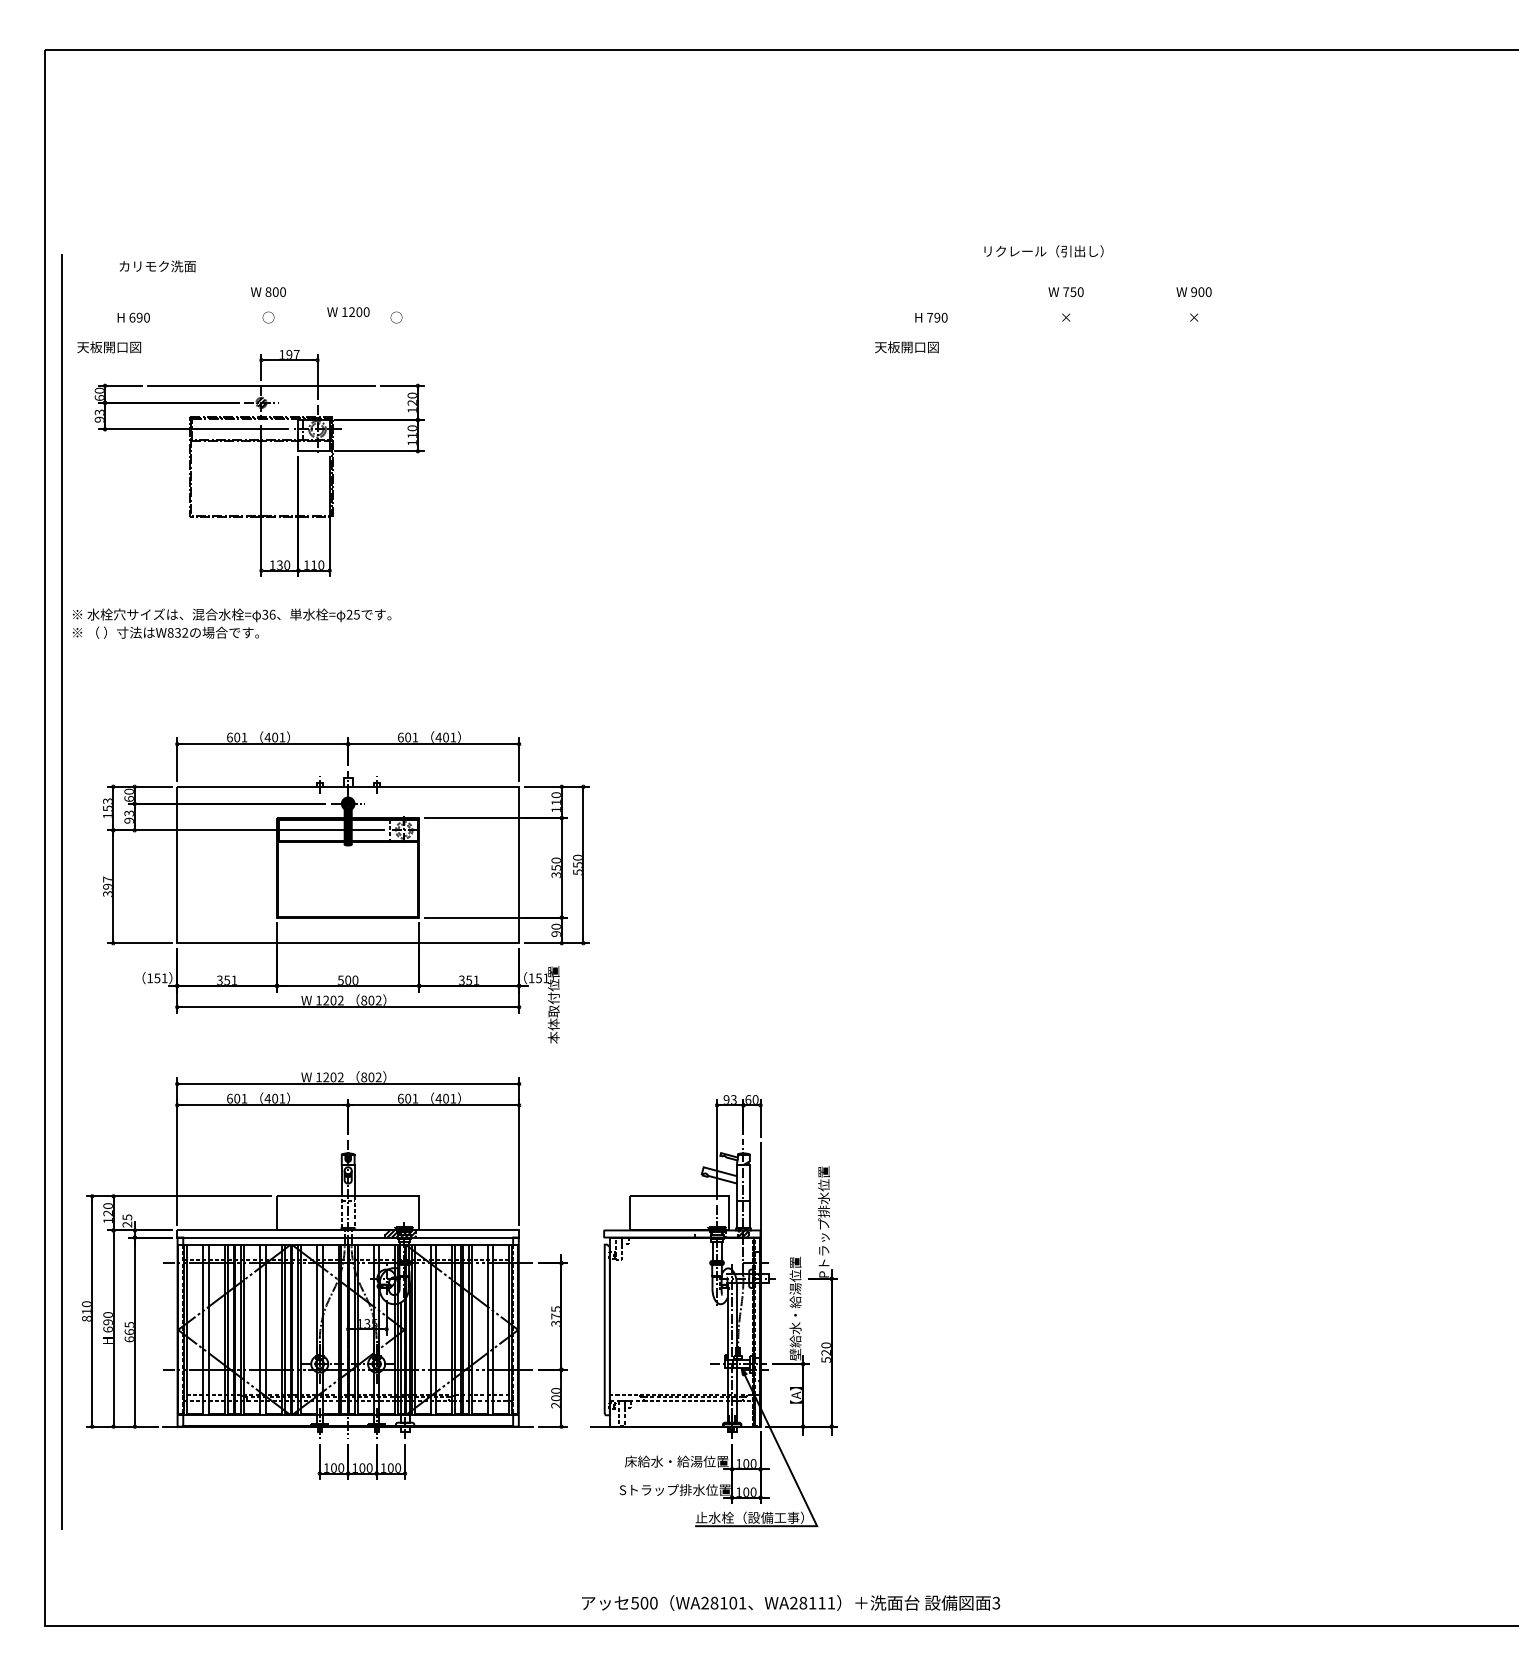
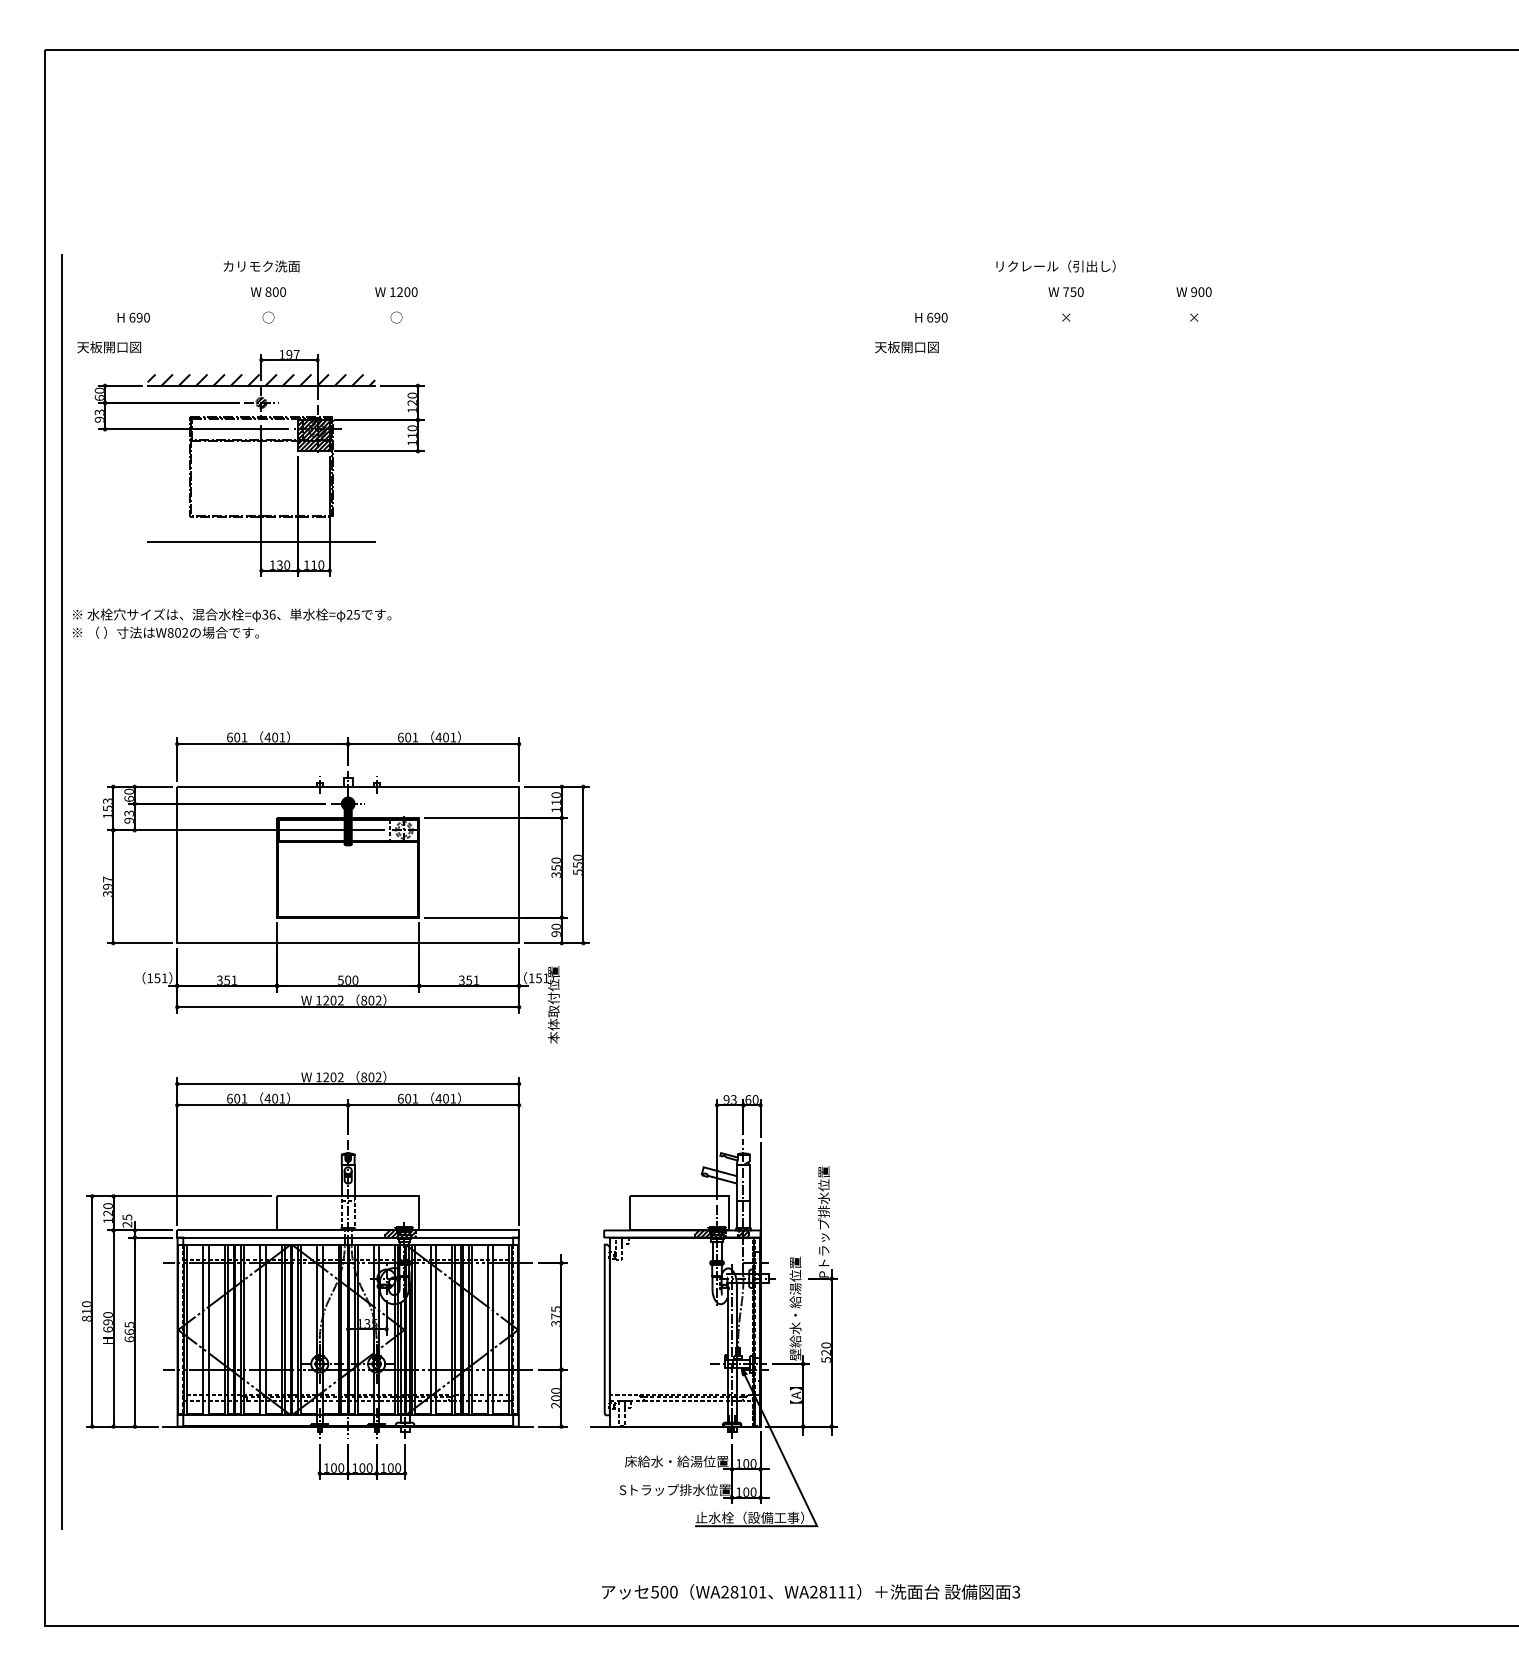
text at (1043, 251) position: (1043, 251) -> (1055, 266)
text at (157, 266) position: (157, 266) -> (261, 266)
text at (348, 312) position: (348, 312) -> (396, 292)
text at (930, 317): 790 -> 690
hatch at (261, 379): none -> present
hatch at (313, 435): none -> present
line at (261, 542): none -> present
text at (177, 632): W832 -> W802
hatch at (710, 1233): none -> present
text at (791, 1602) position: (791, 1602) -> (811, 1591)
